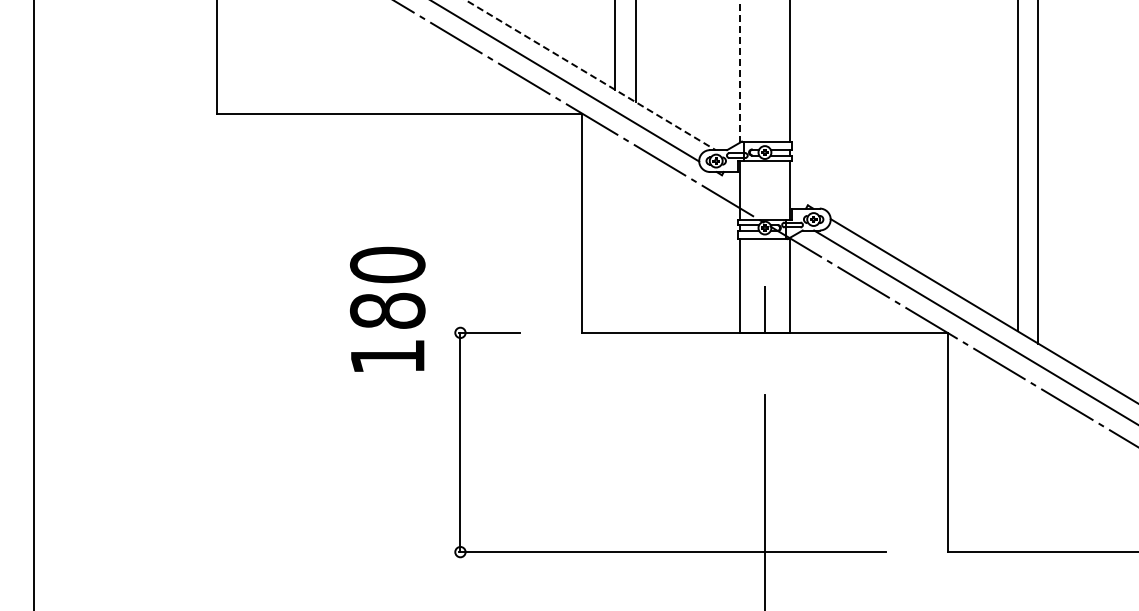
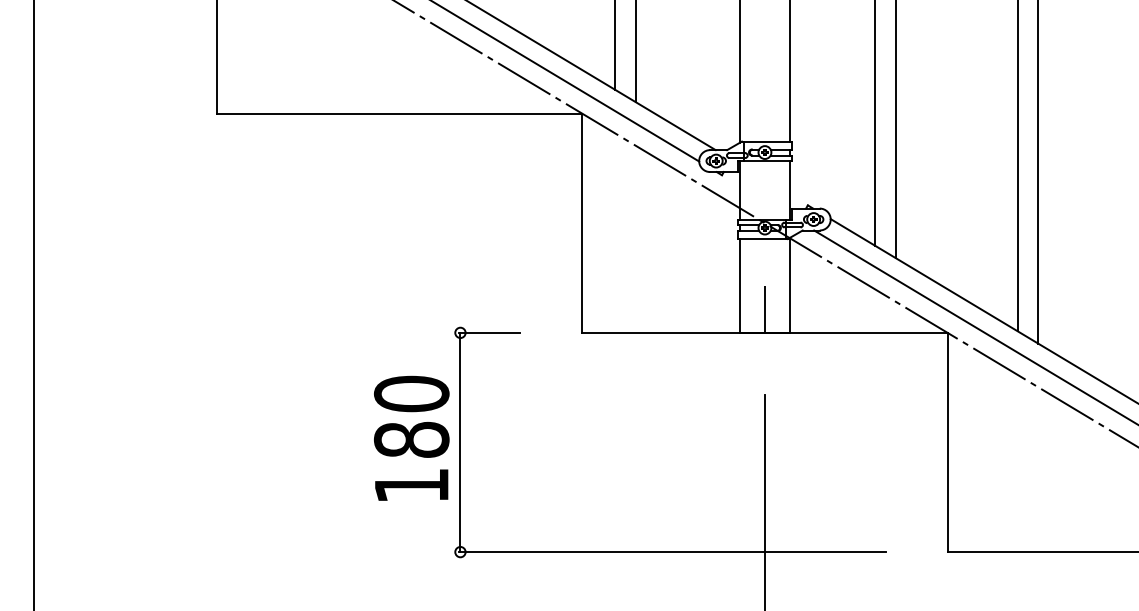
line at (740, 71): dashed -> solid
line at (590, 75): dashed -> solid
line at (875, 123): none -> present
line at (895, 130): none -> present
text at (387, 308) position: (387, 308) -> (411, 437)
